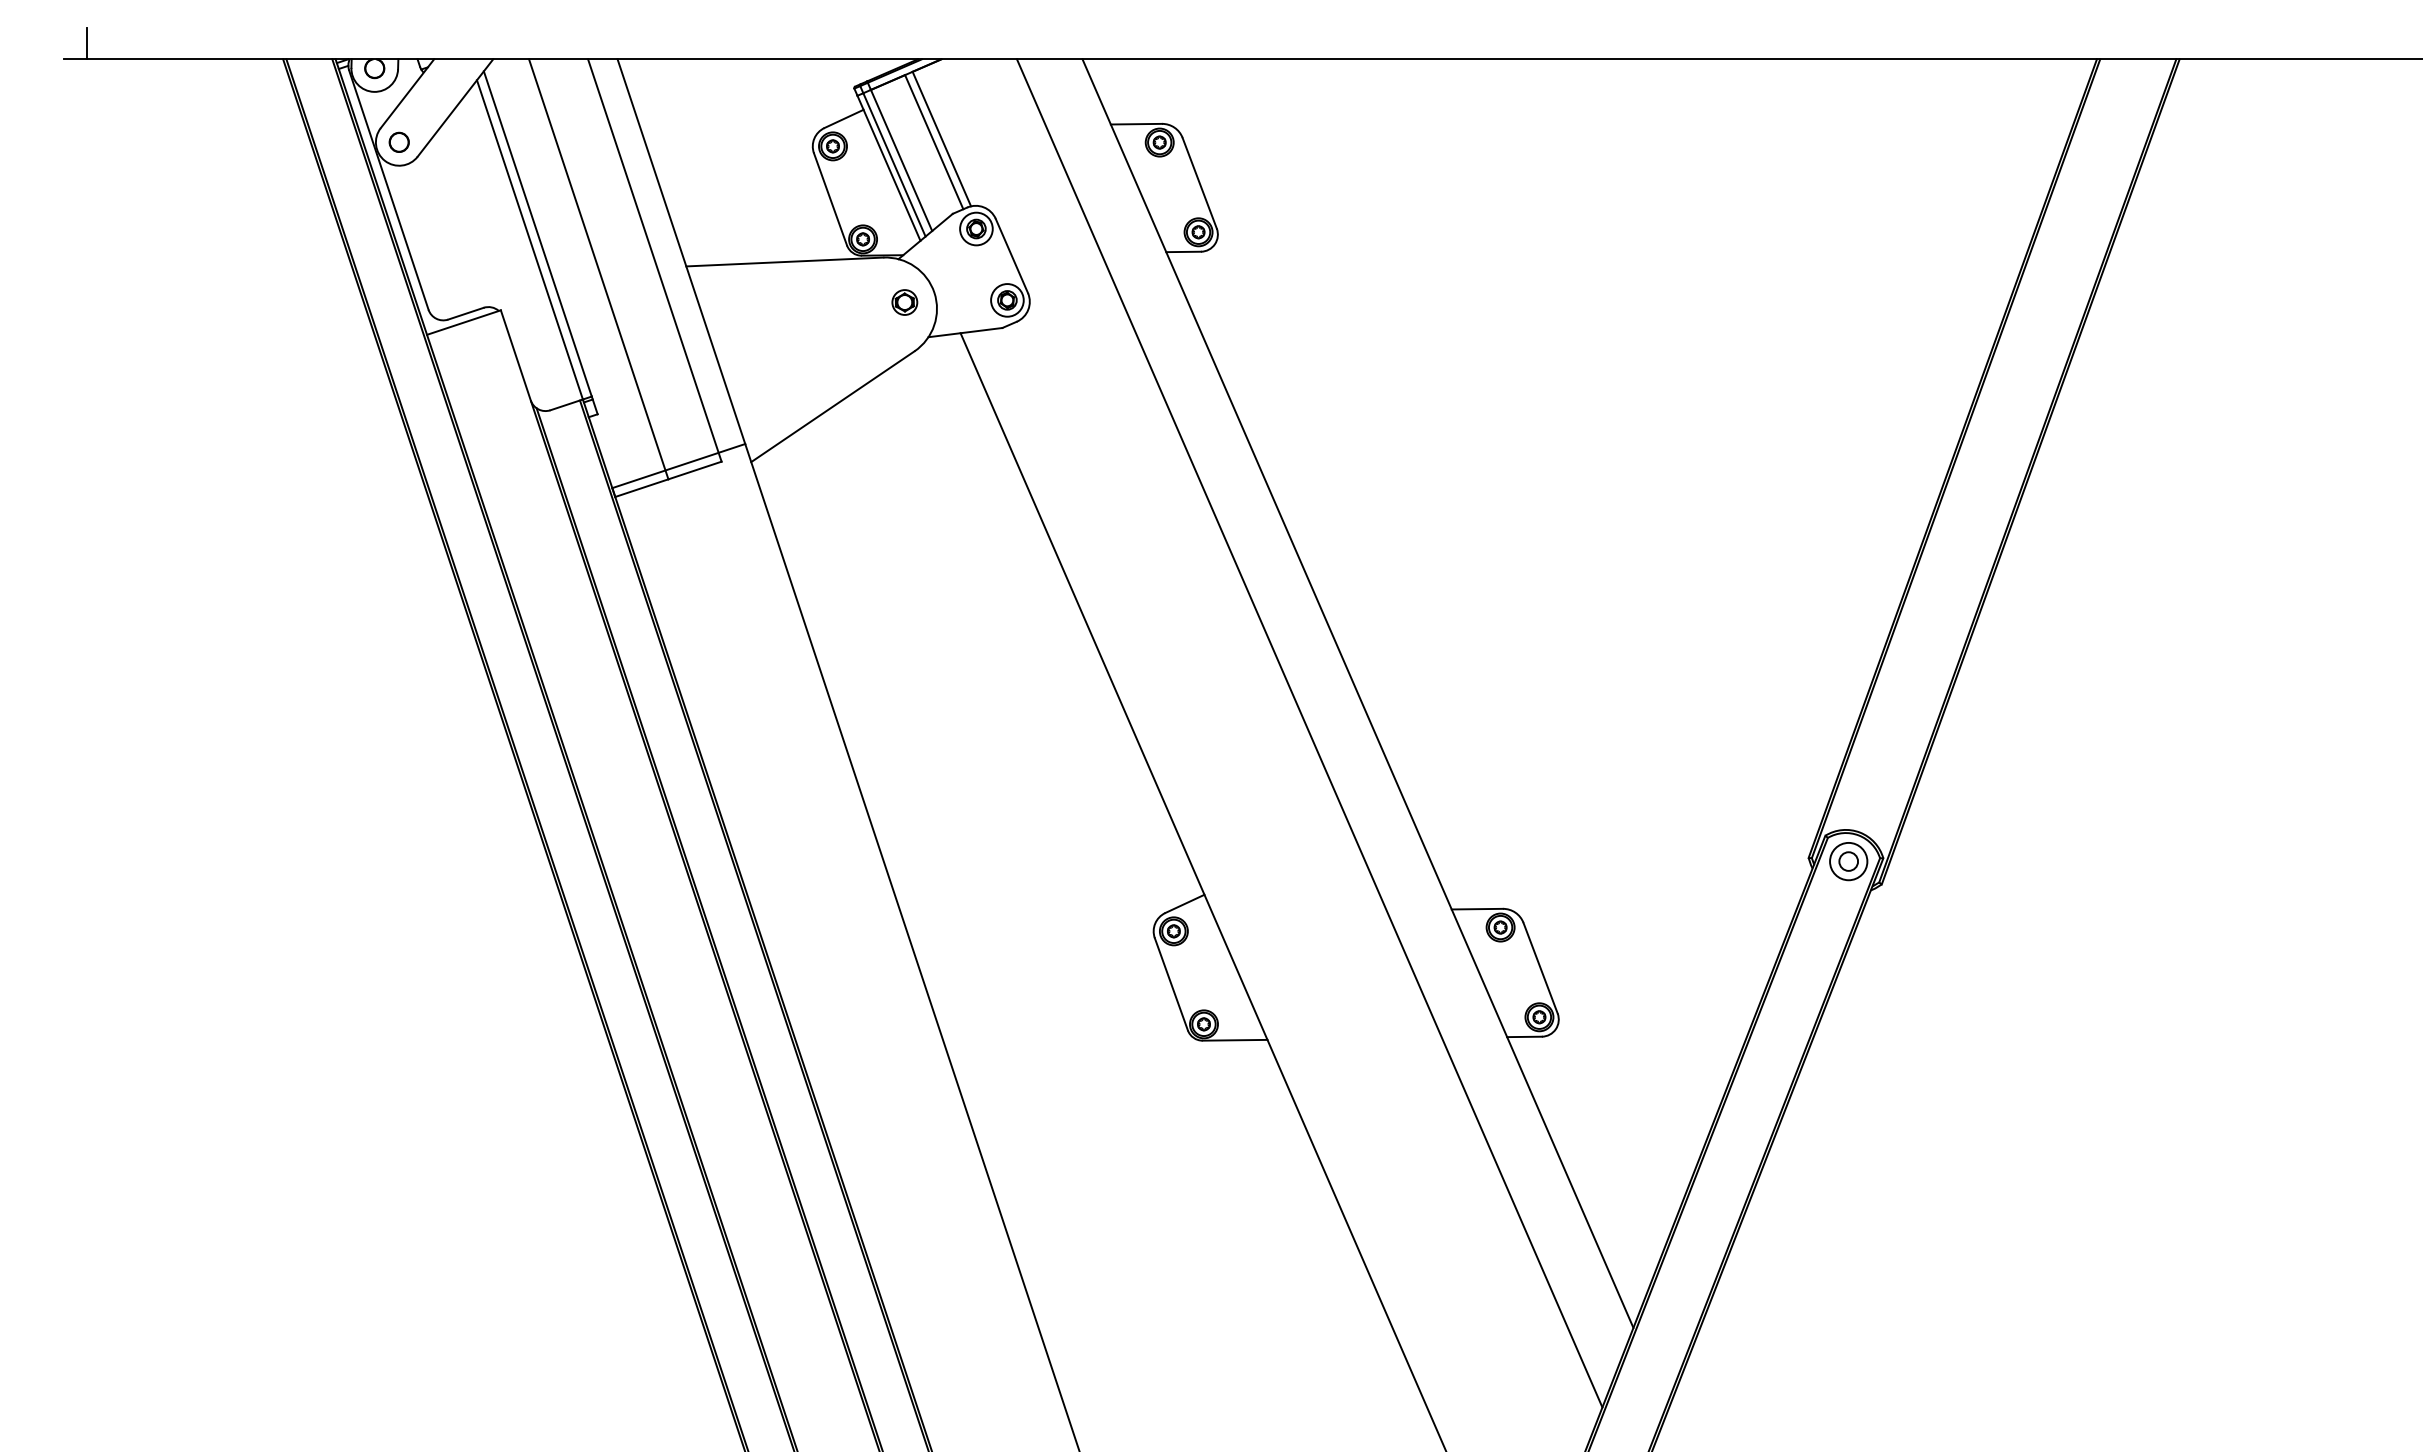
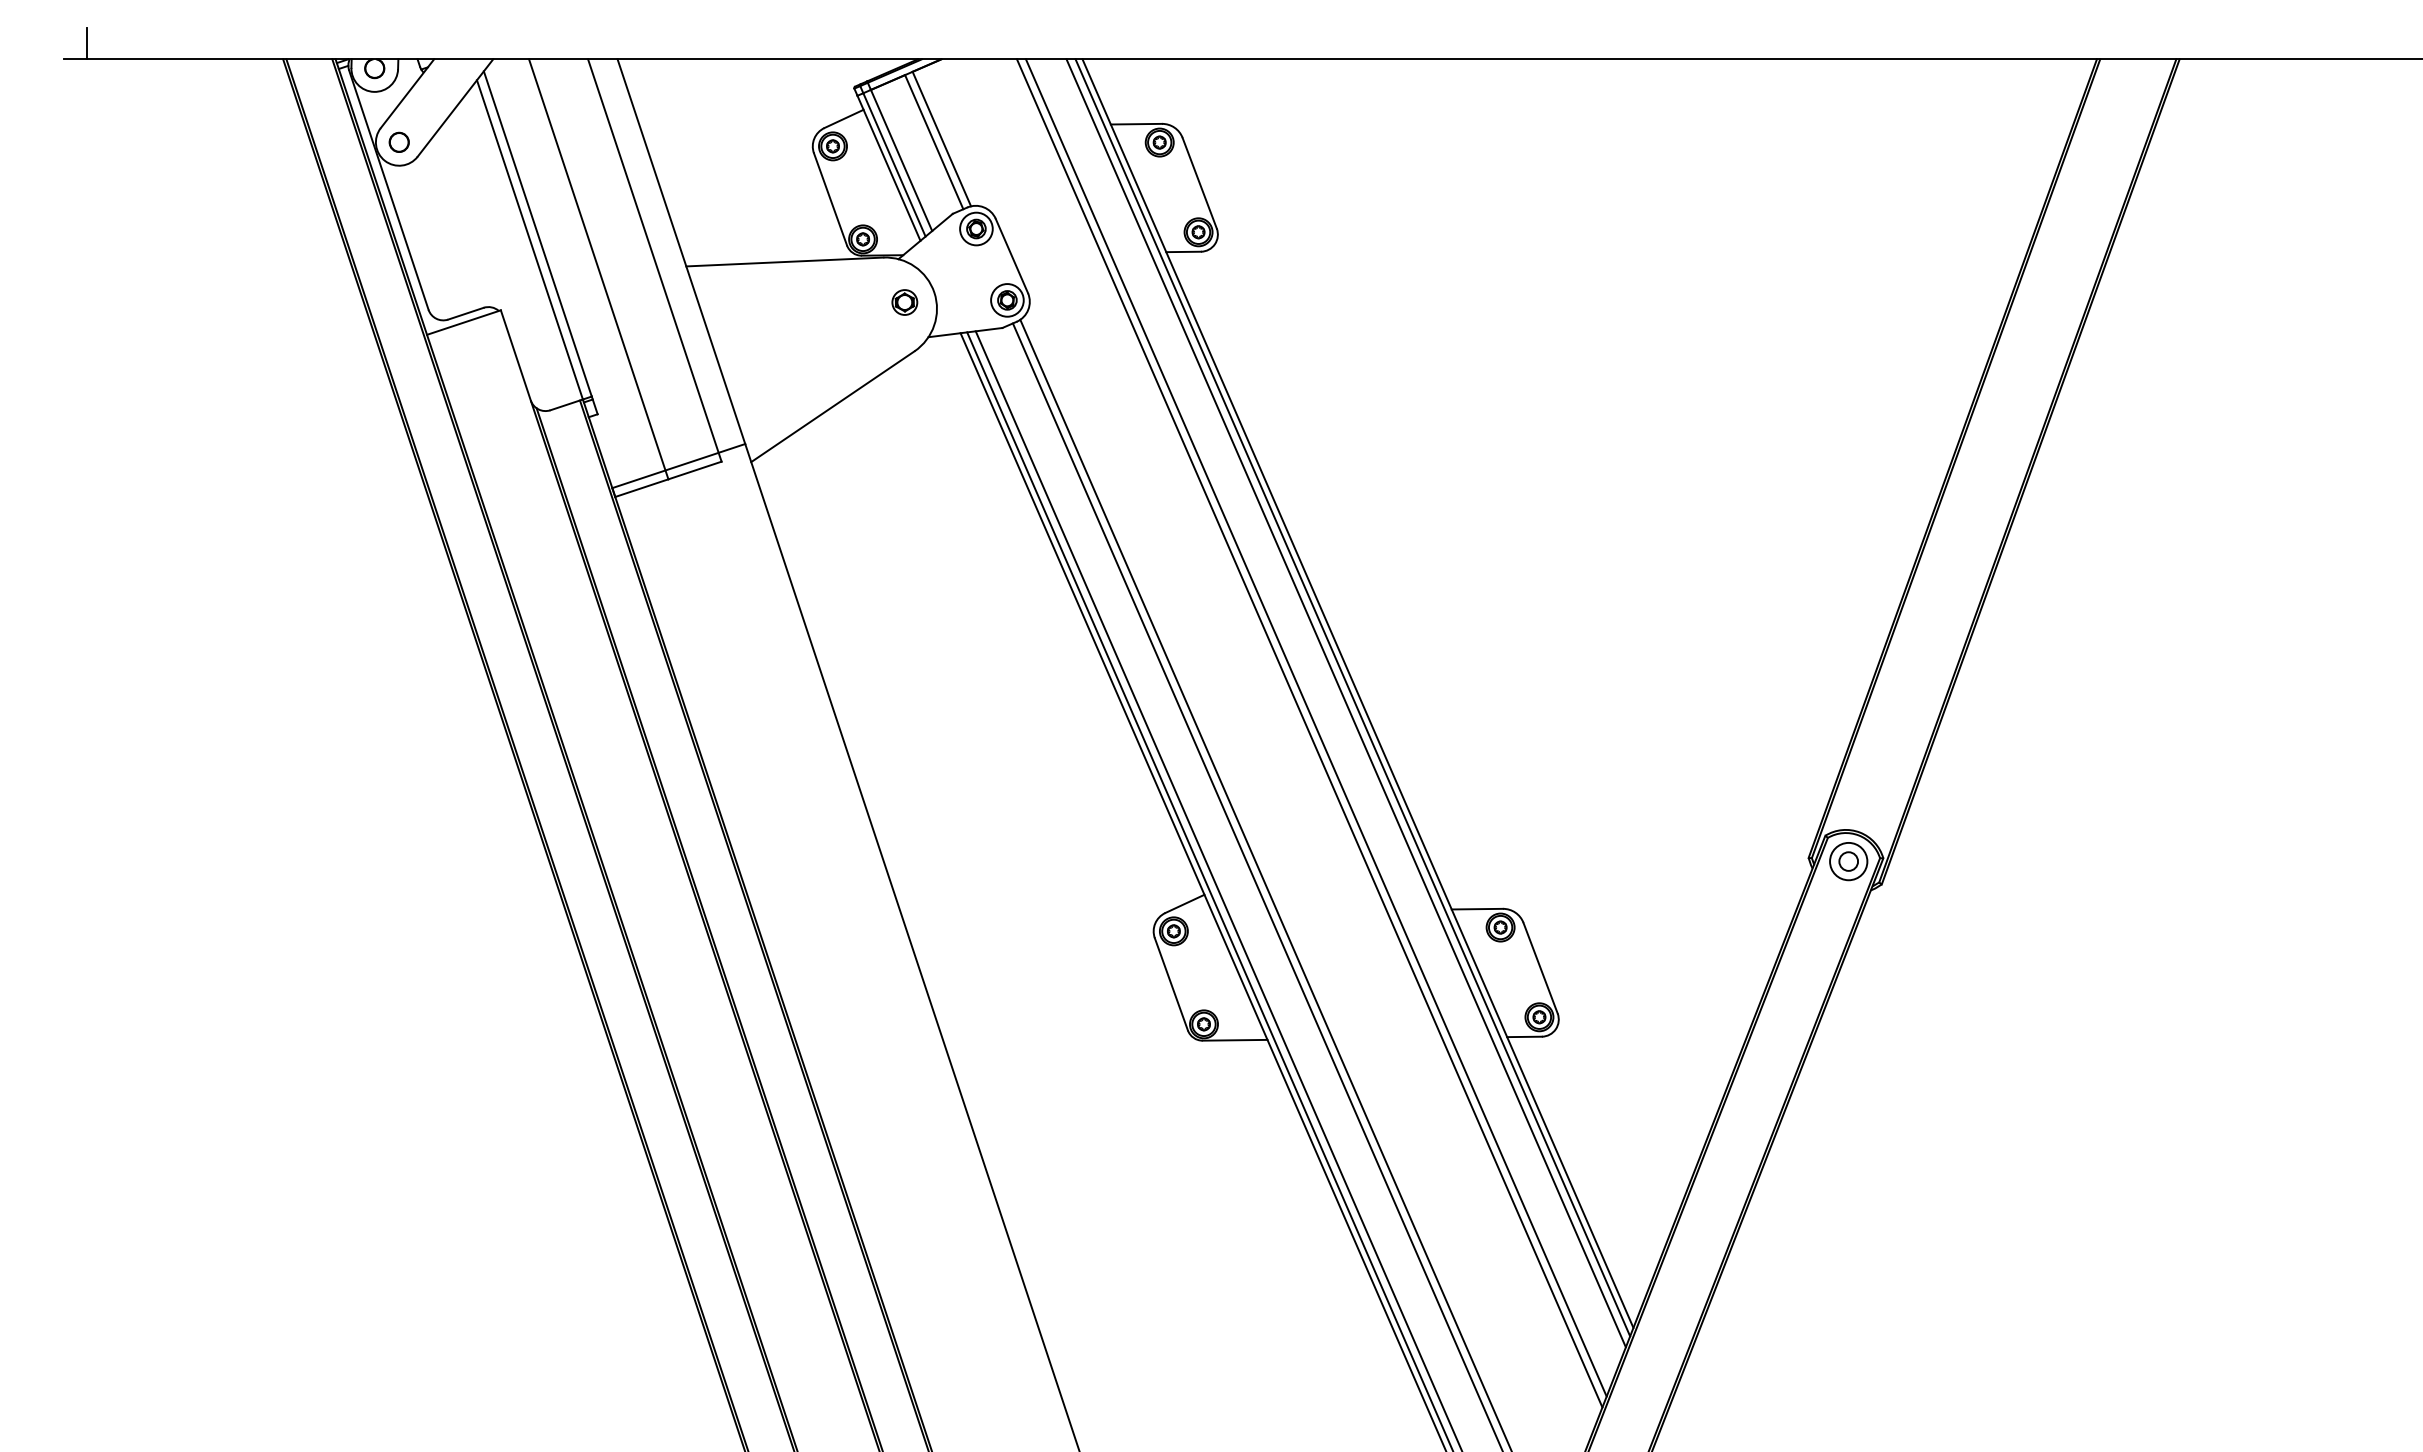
line at (1352, 697): none -> present
line at (1345, 703): none -> present
line at (1315, 727): none -> present
line at (1265, 883): none -> present
line at (1256, 885): none -> present
line at (1217, 889): none -> present
line at (1209, 890): none -> present
